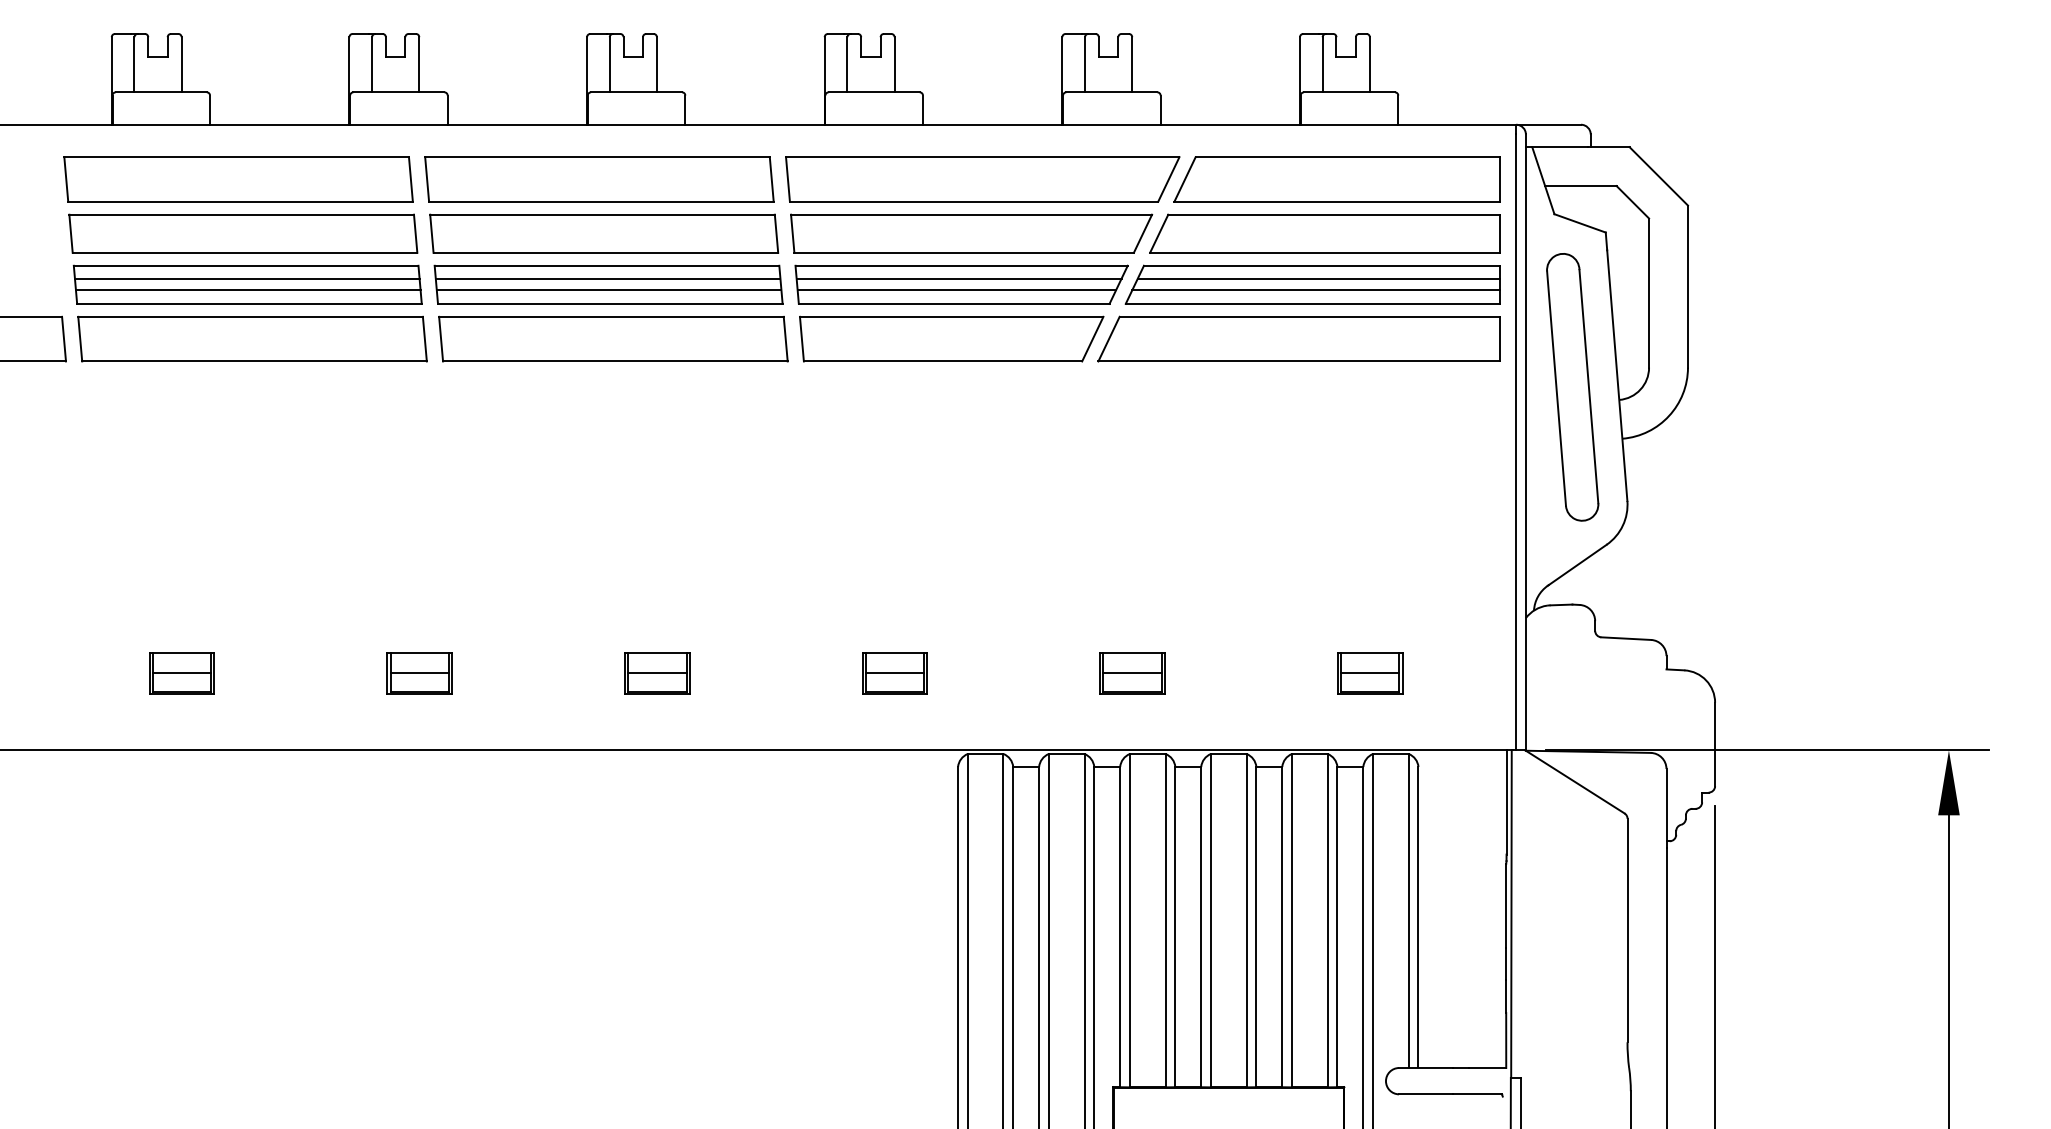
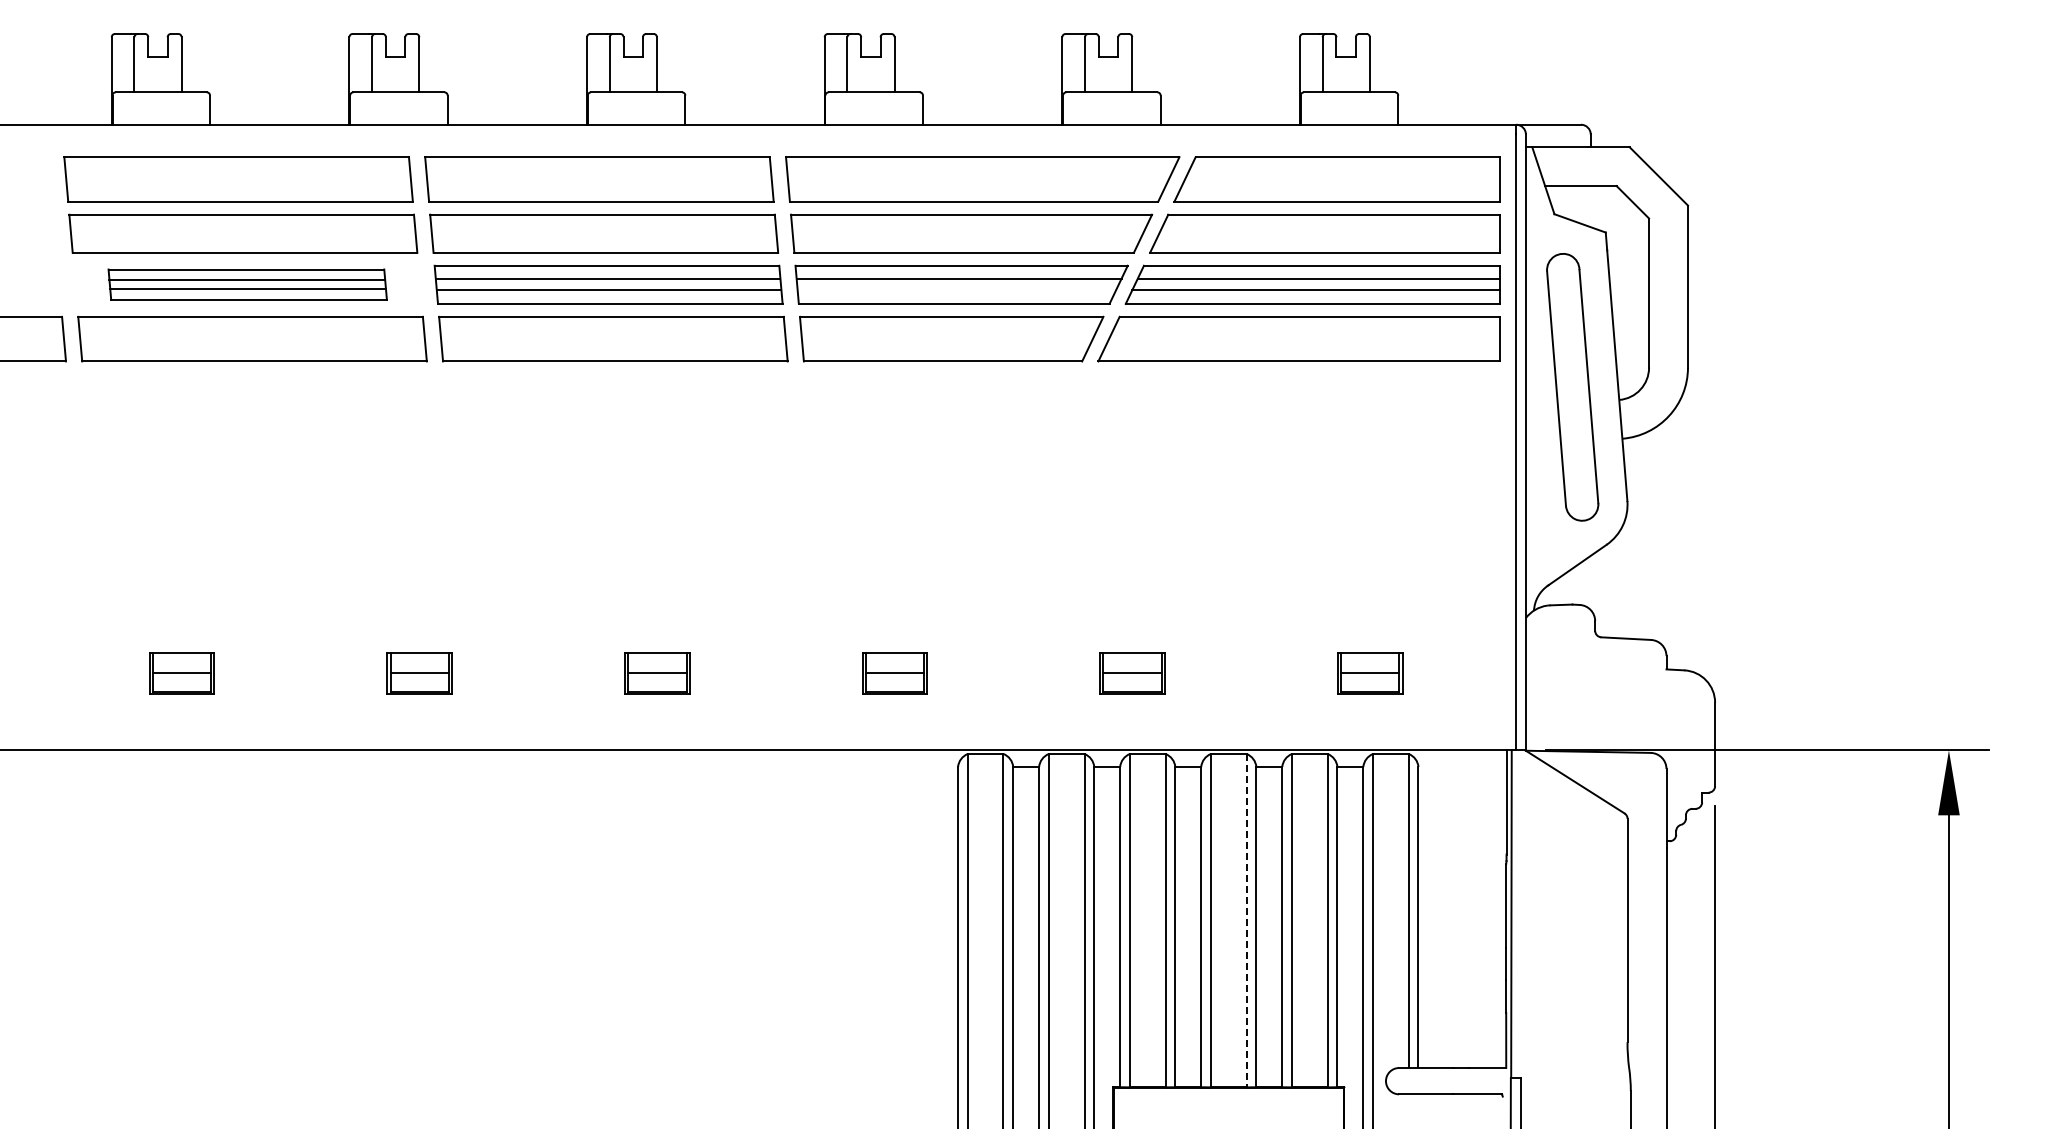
part at (247, 284) size: 351x41 px -> 281x33 px
line at (956, 290): present -> none
line at (1246, 920): solid -> dashed
